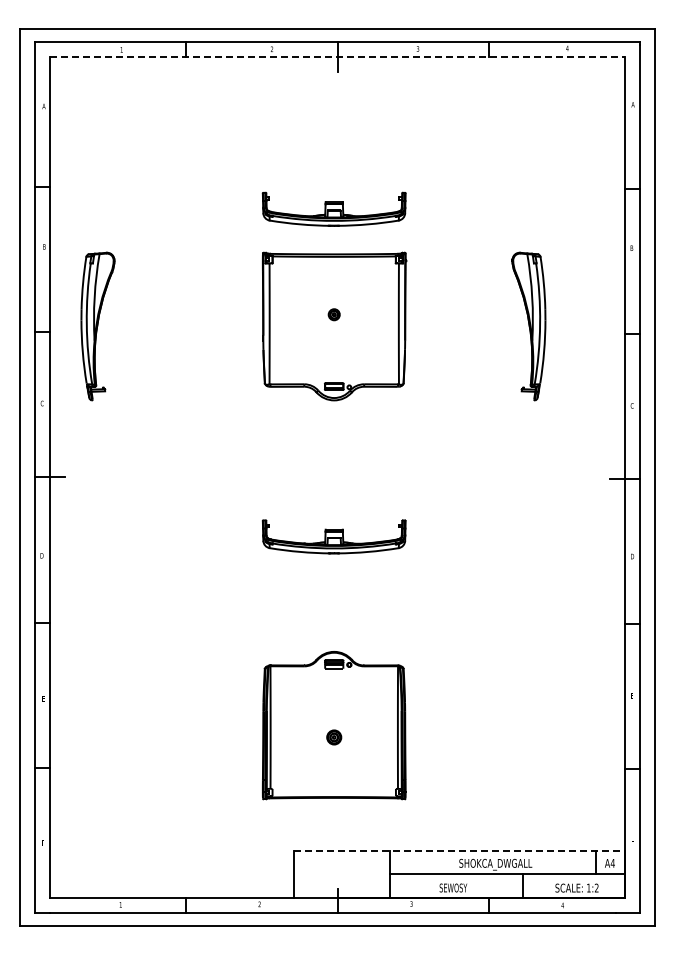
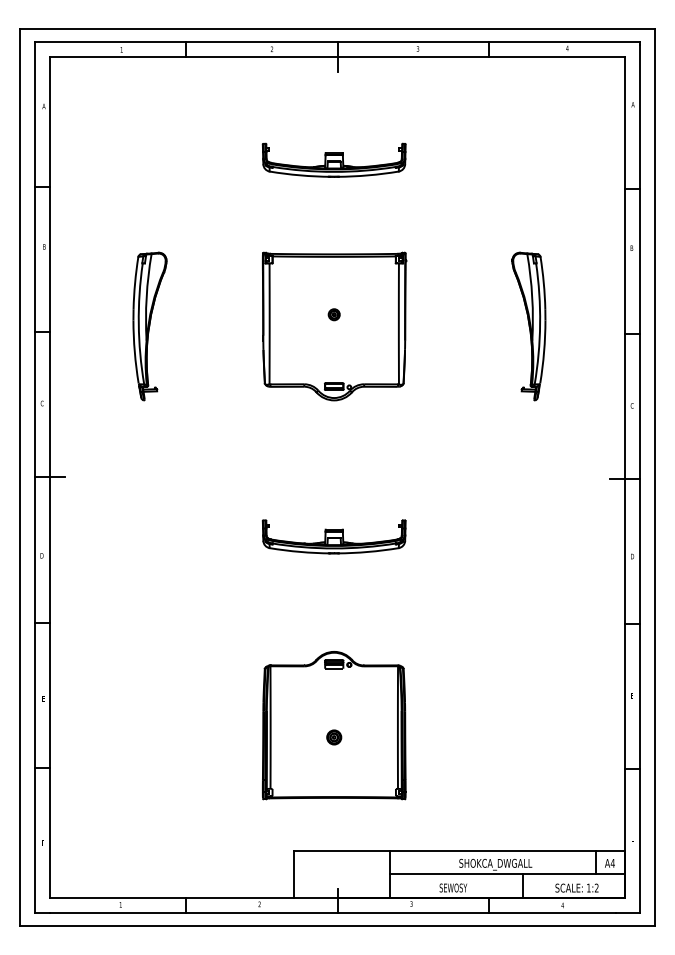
line at (338, 57): dashed -> solid
part at (333, 208) position: (333, 208) -> (333, 159)
part at (97, 326) position: (97, 326) -> (149, 326)
line at (459, 851): dashed -> solid
